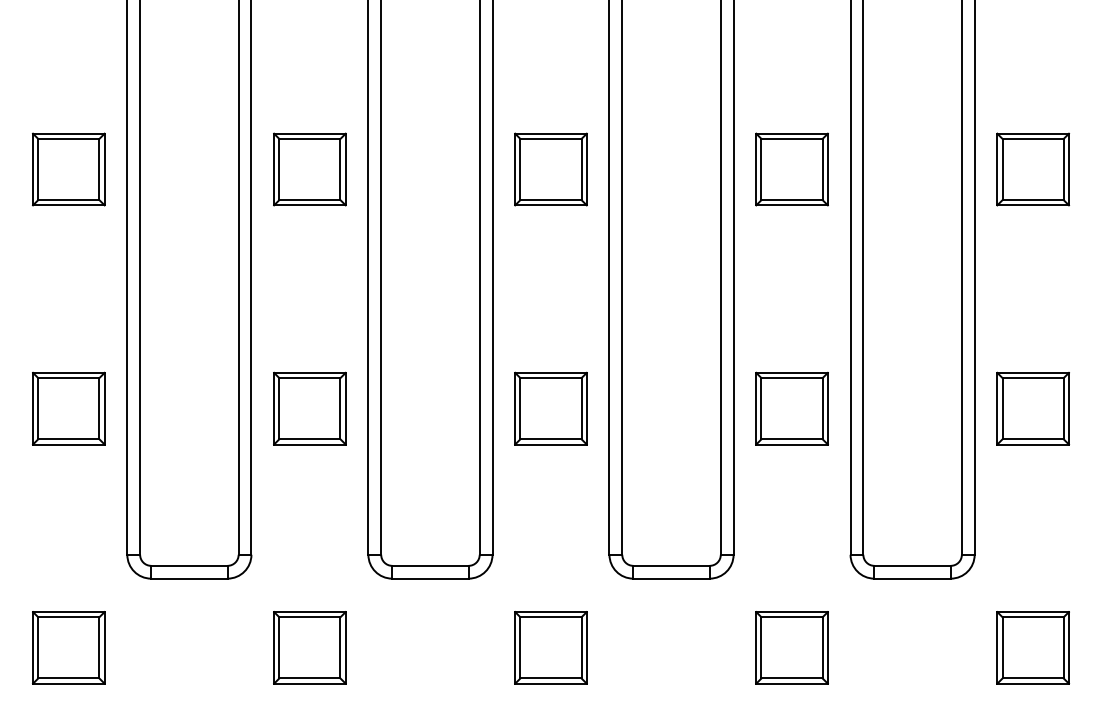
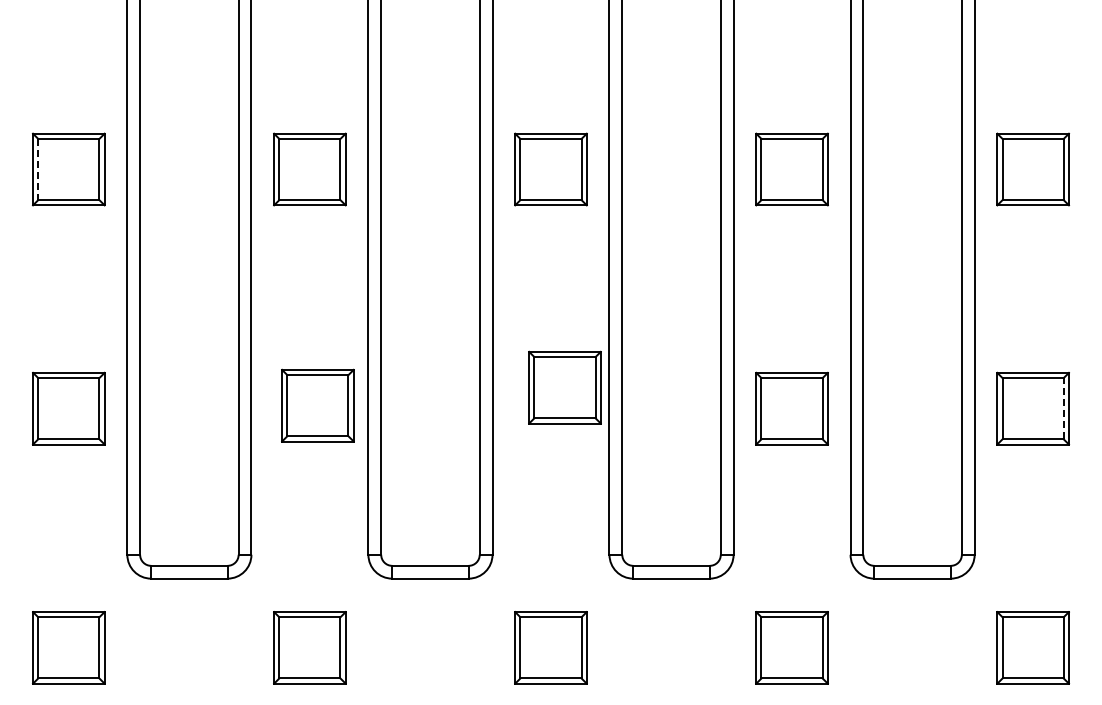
line at (38, 169): solid -> dashed
part at (309, 408) position: (309, 408) -> (317, 405)
part at (550, 408) position: (550, 408) -> (564, 387)
line at (1063, 408): solid -> dashed
